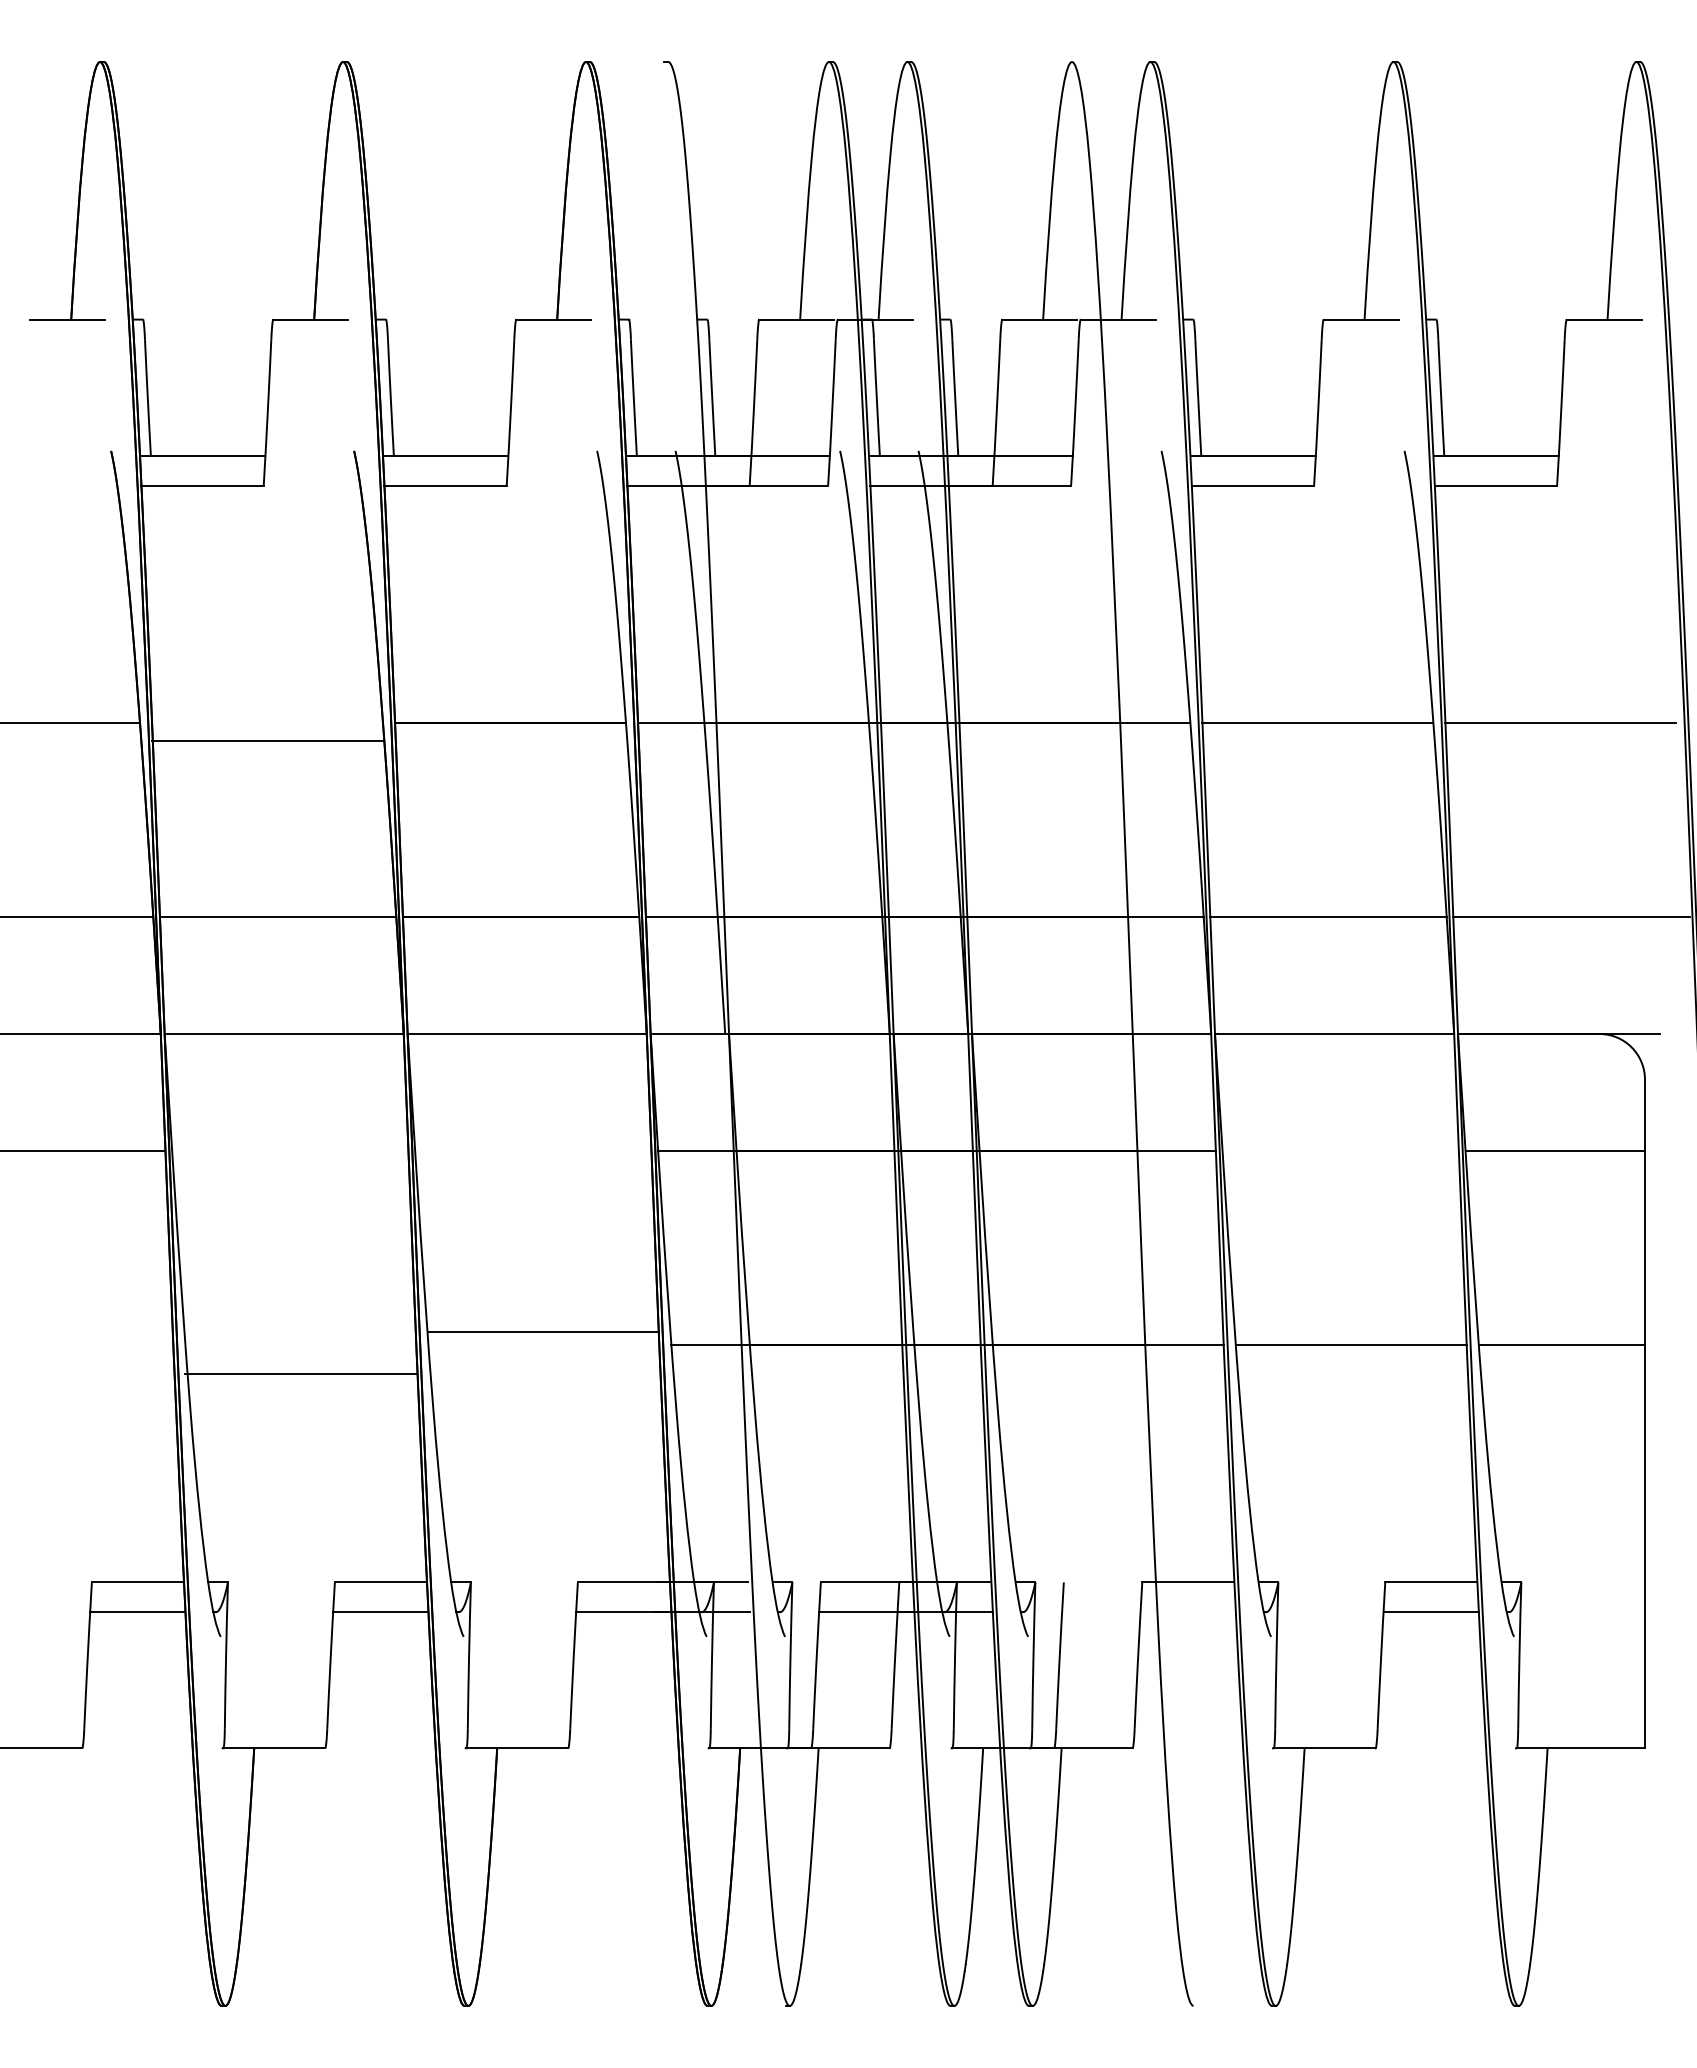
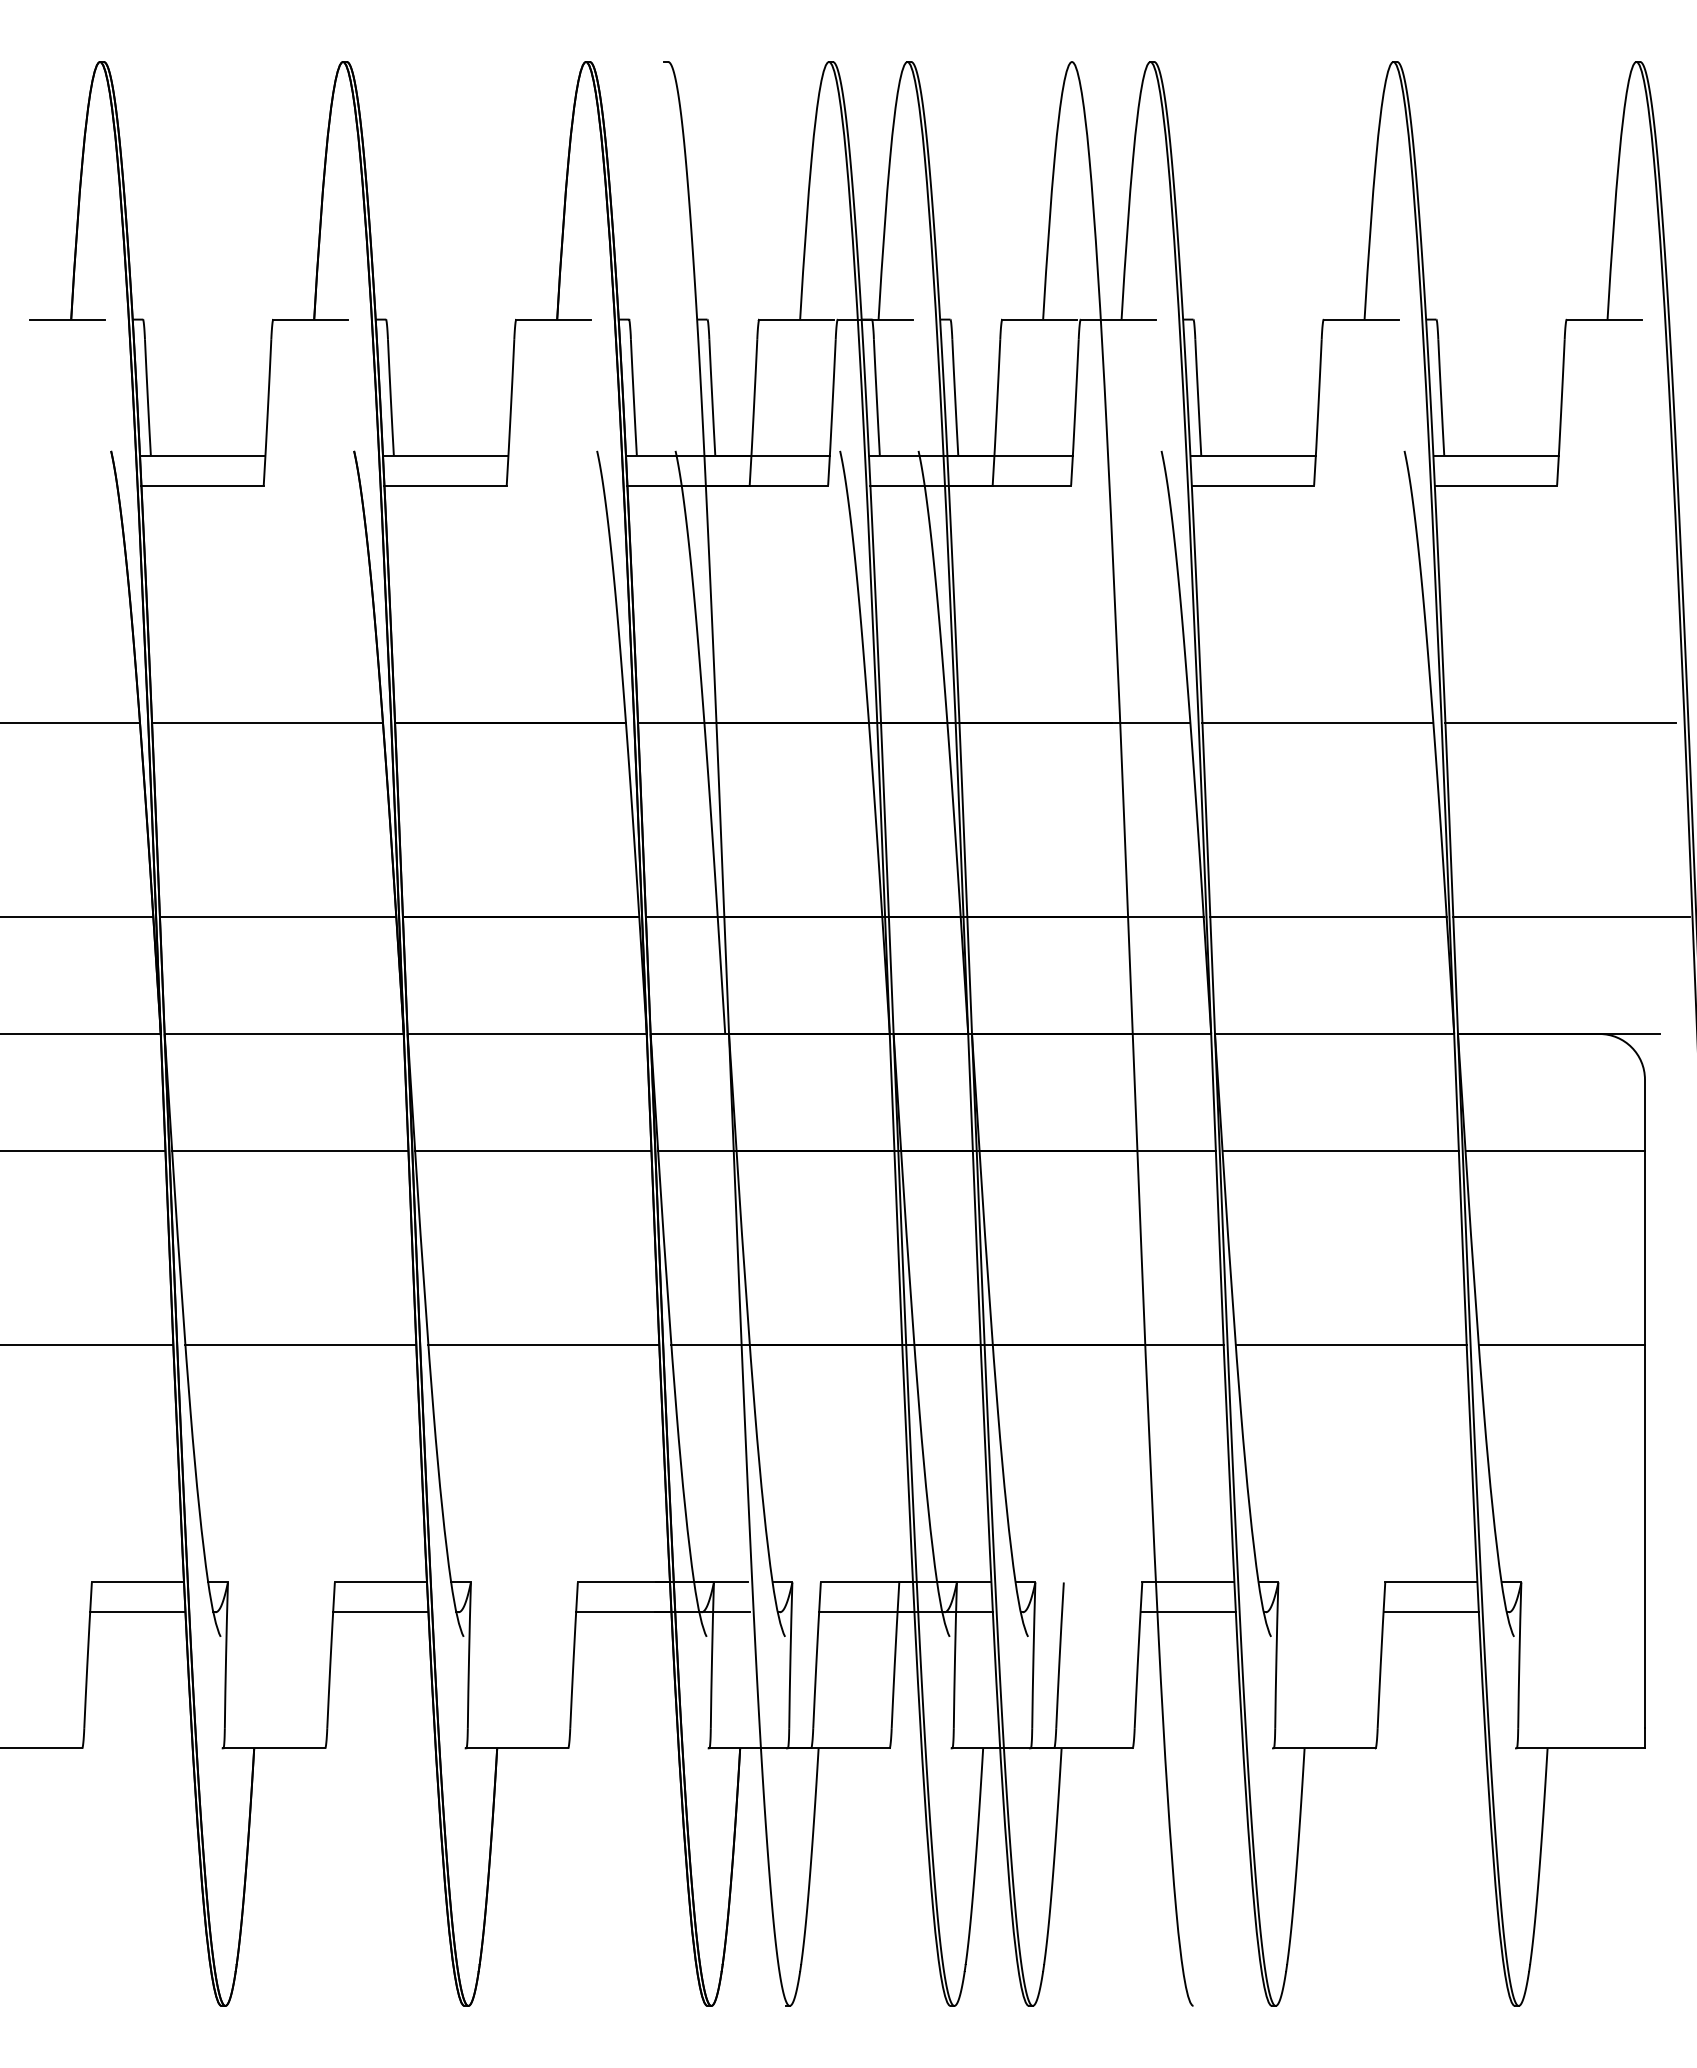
line at (267, 740) position: (267, 740) -> (267, 722)
line at (290, 1150): none -> present
line at (533, 1150): none -> present
line at (1340, 1150): none -> present
line at (543, 1332) position: (543, 1332) -> (543, 1345)
line at (87, 1345): none -> present
line at (300, 1374) position: (300, 1374) -> (300, 1345)
line at (1187, 1612): none -> present
